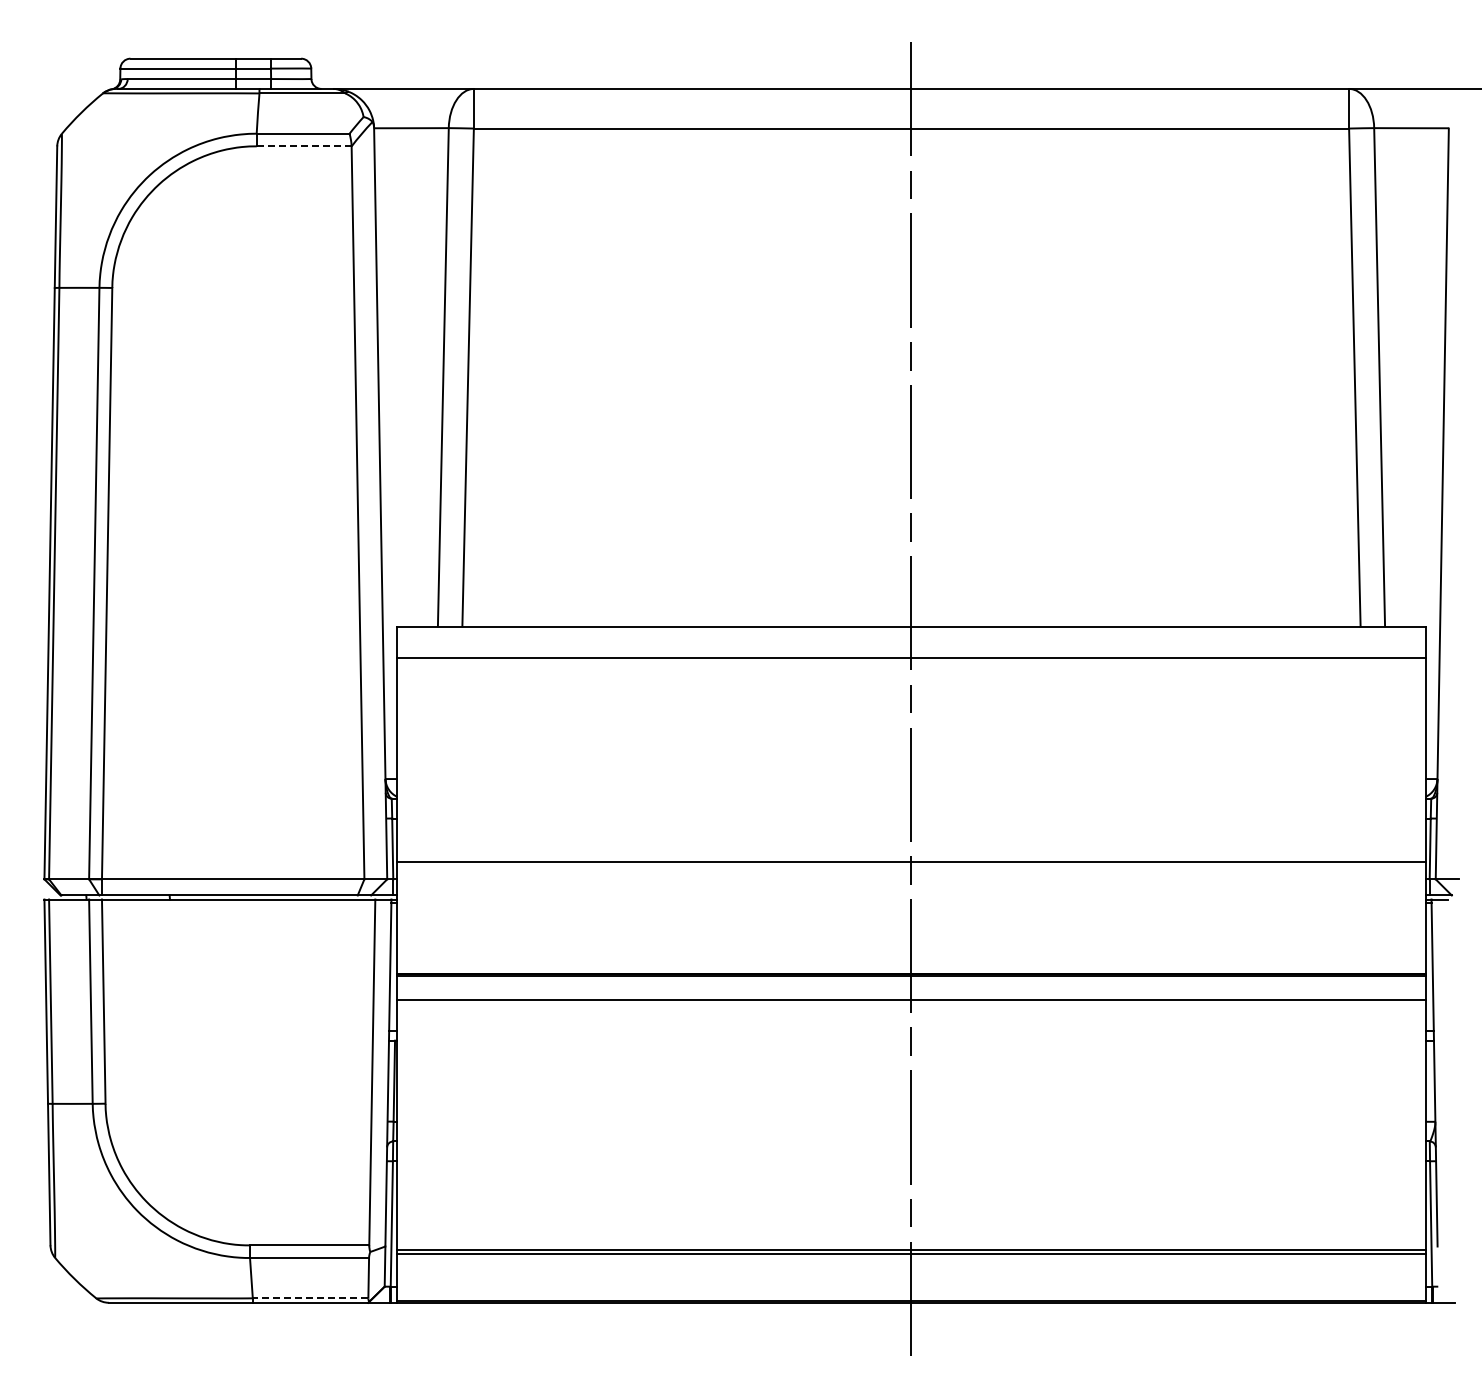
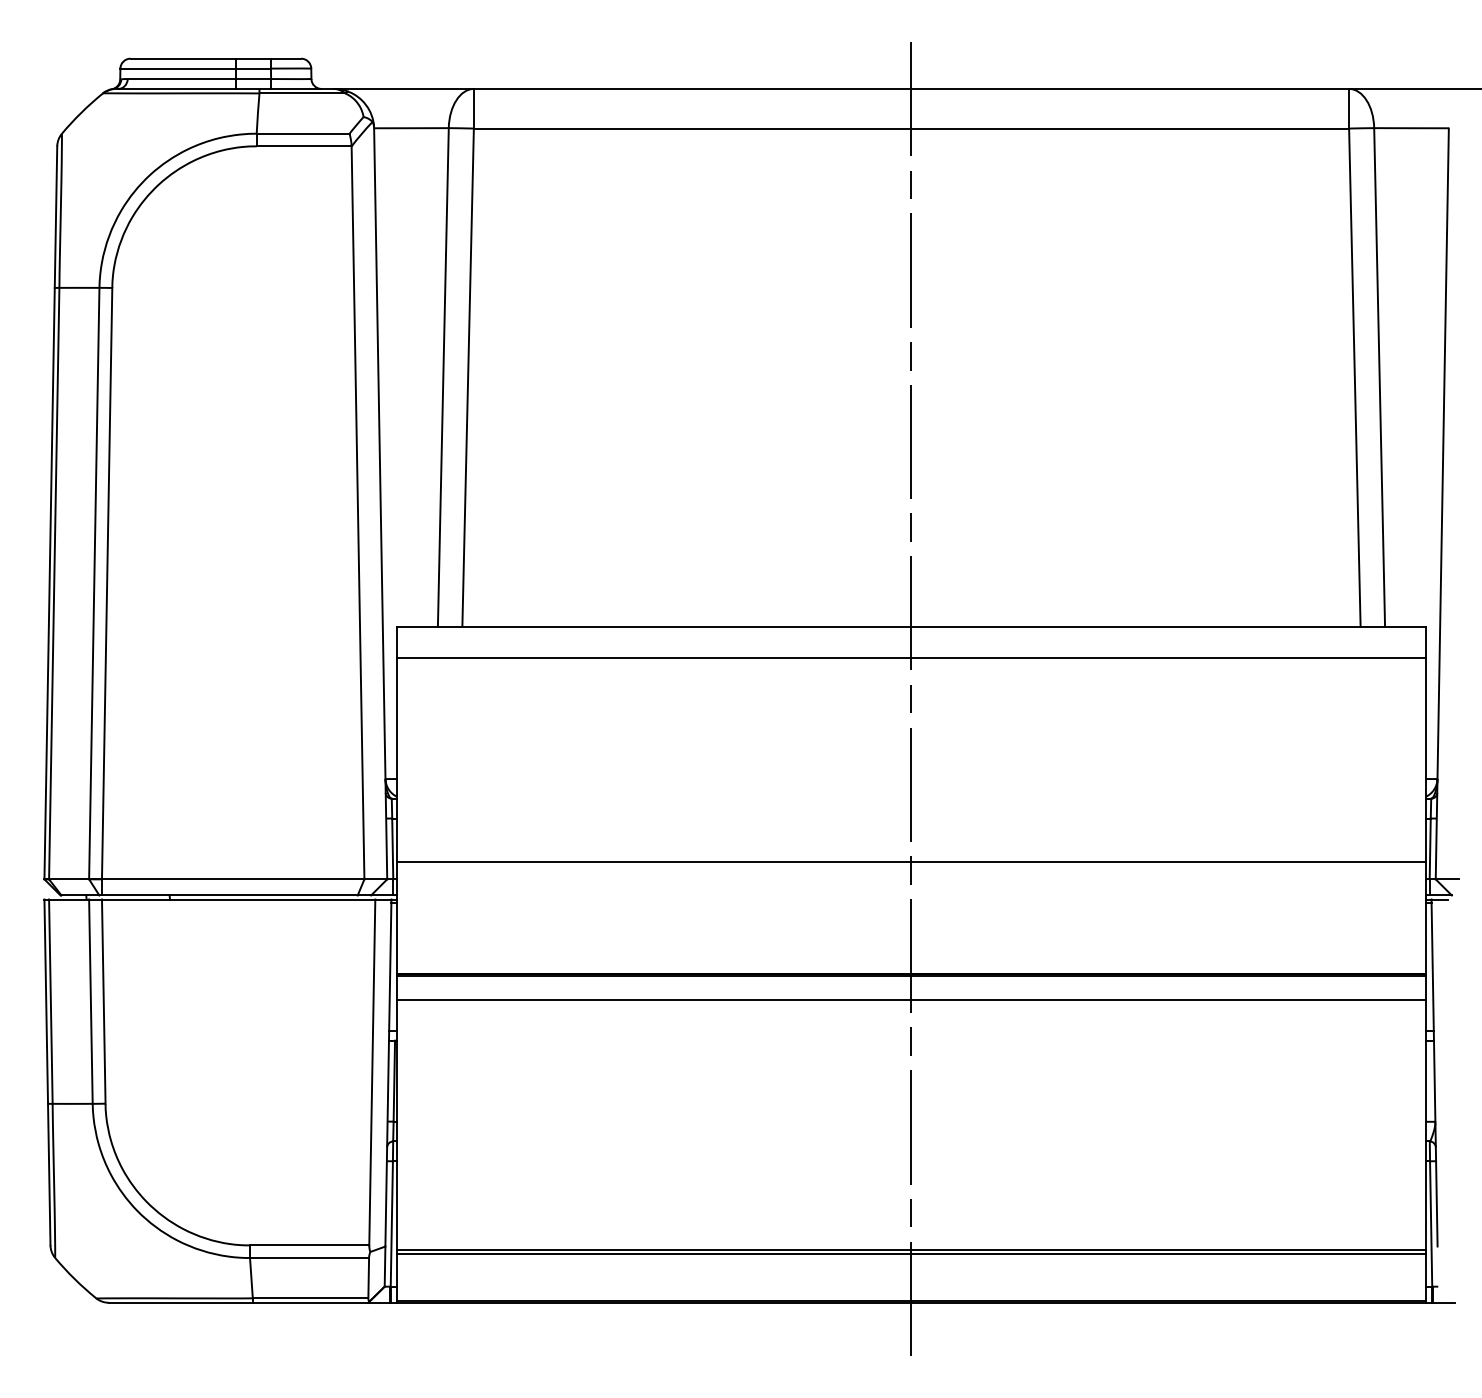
line at (304, 146): dashed -> solid
line at (310, 1298): dashed -> solid
